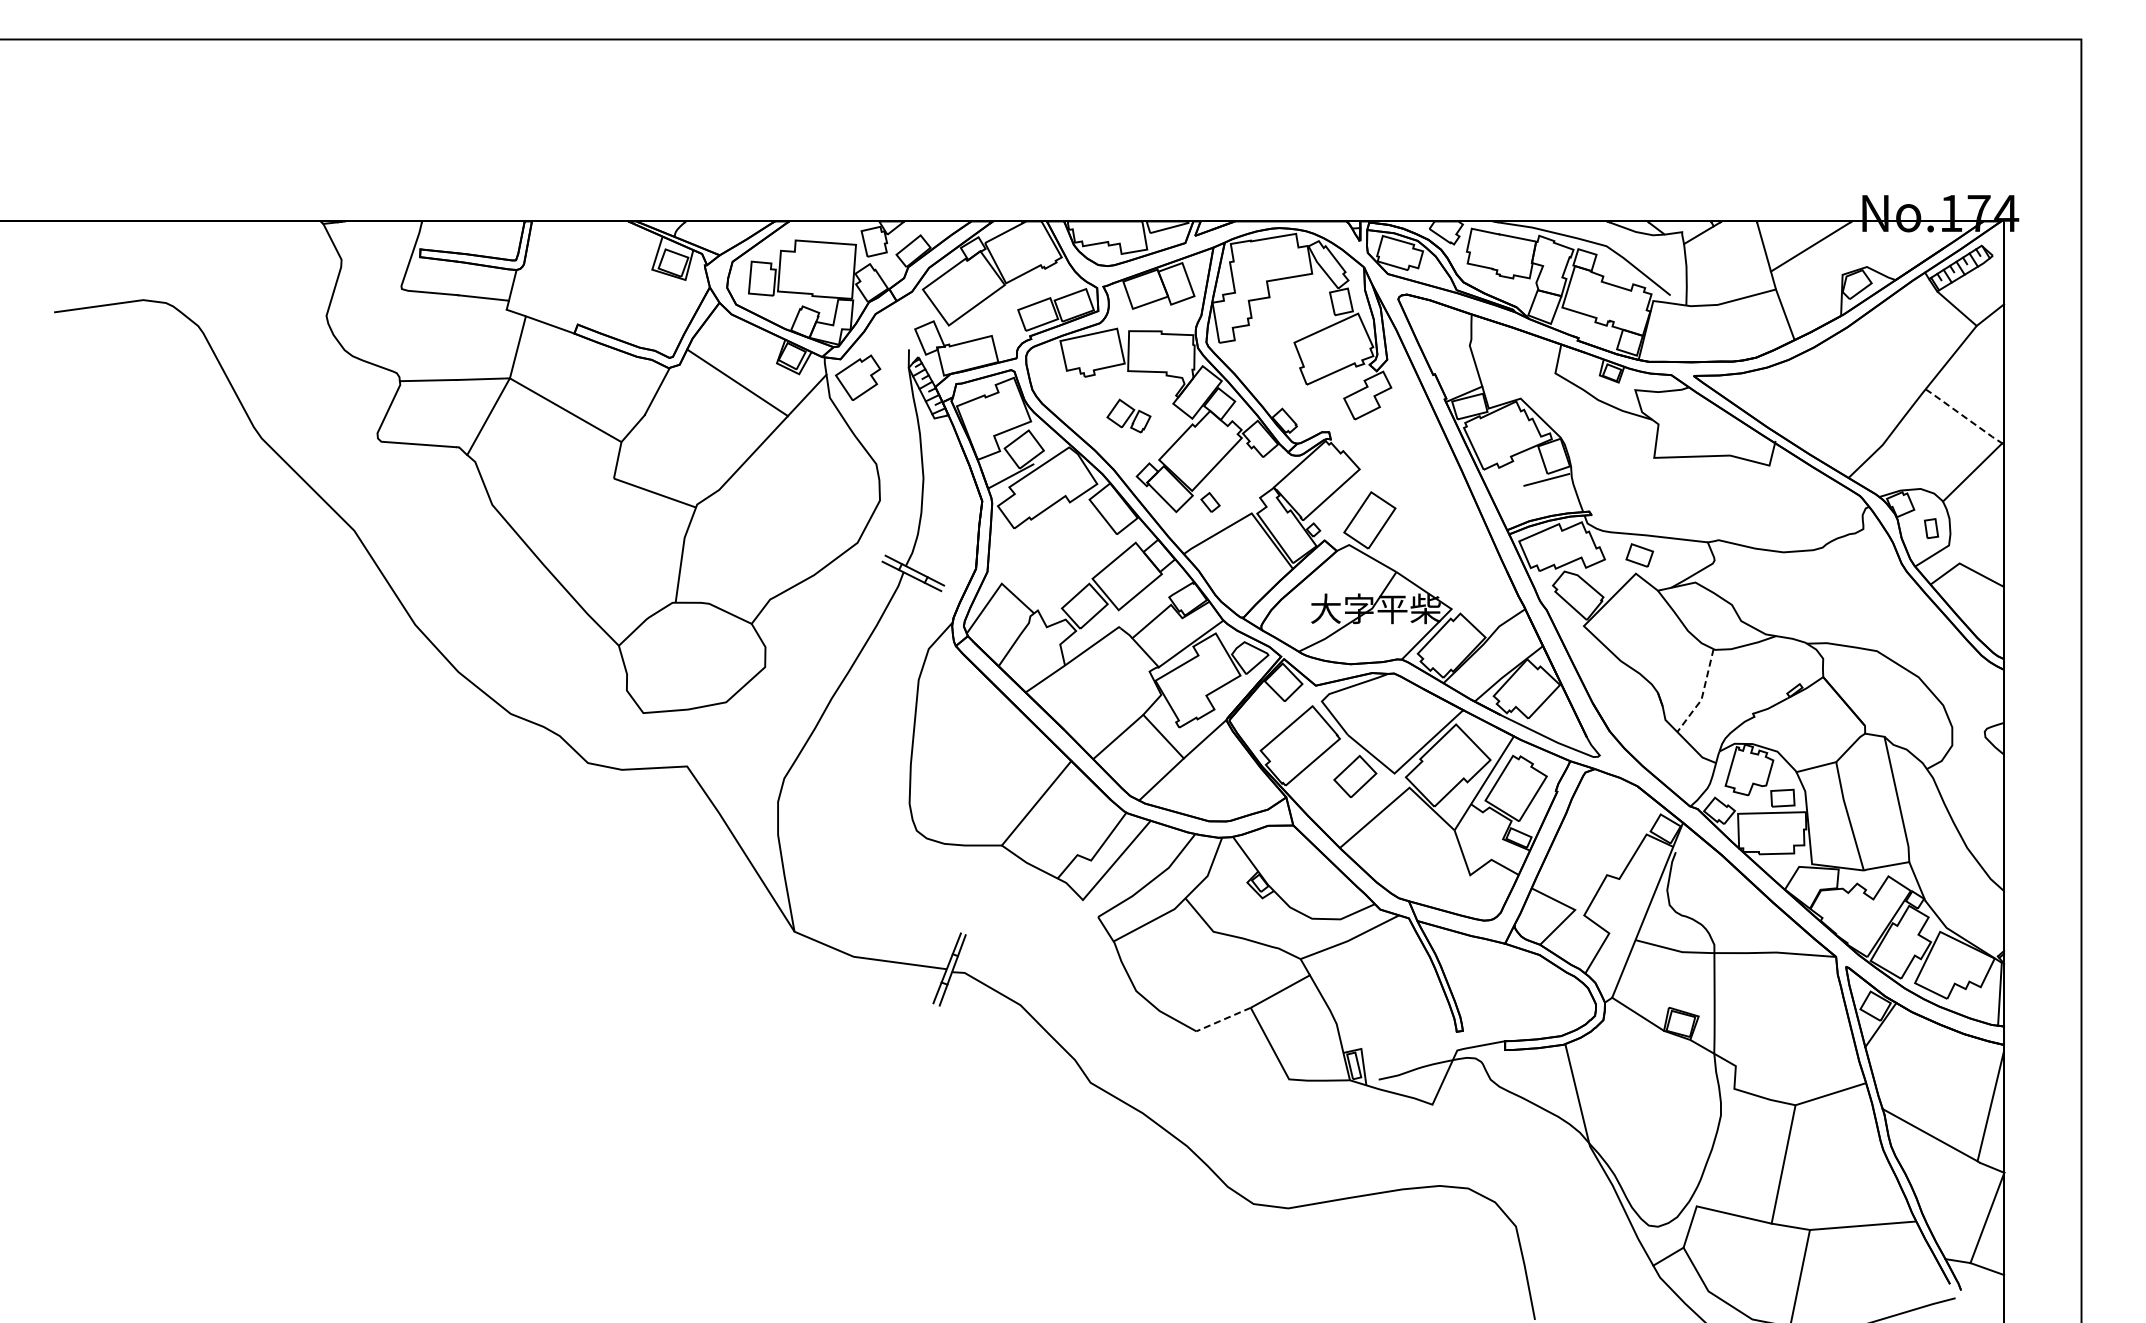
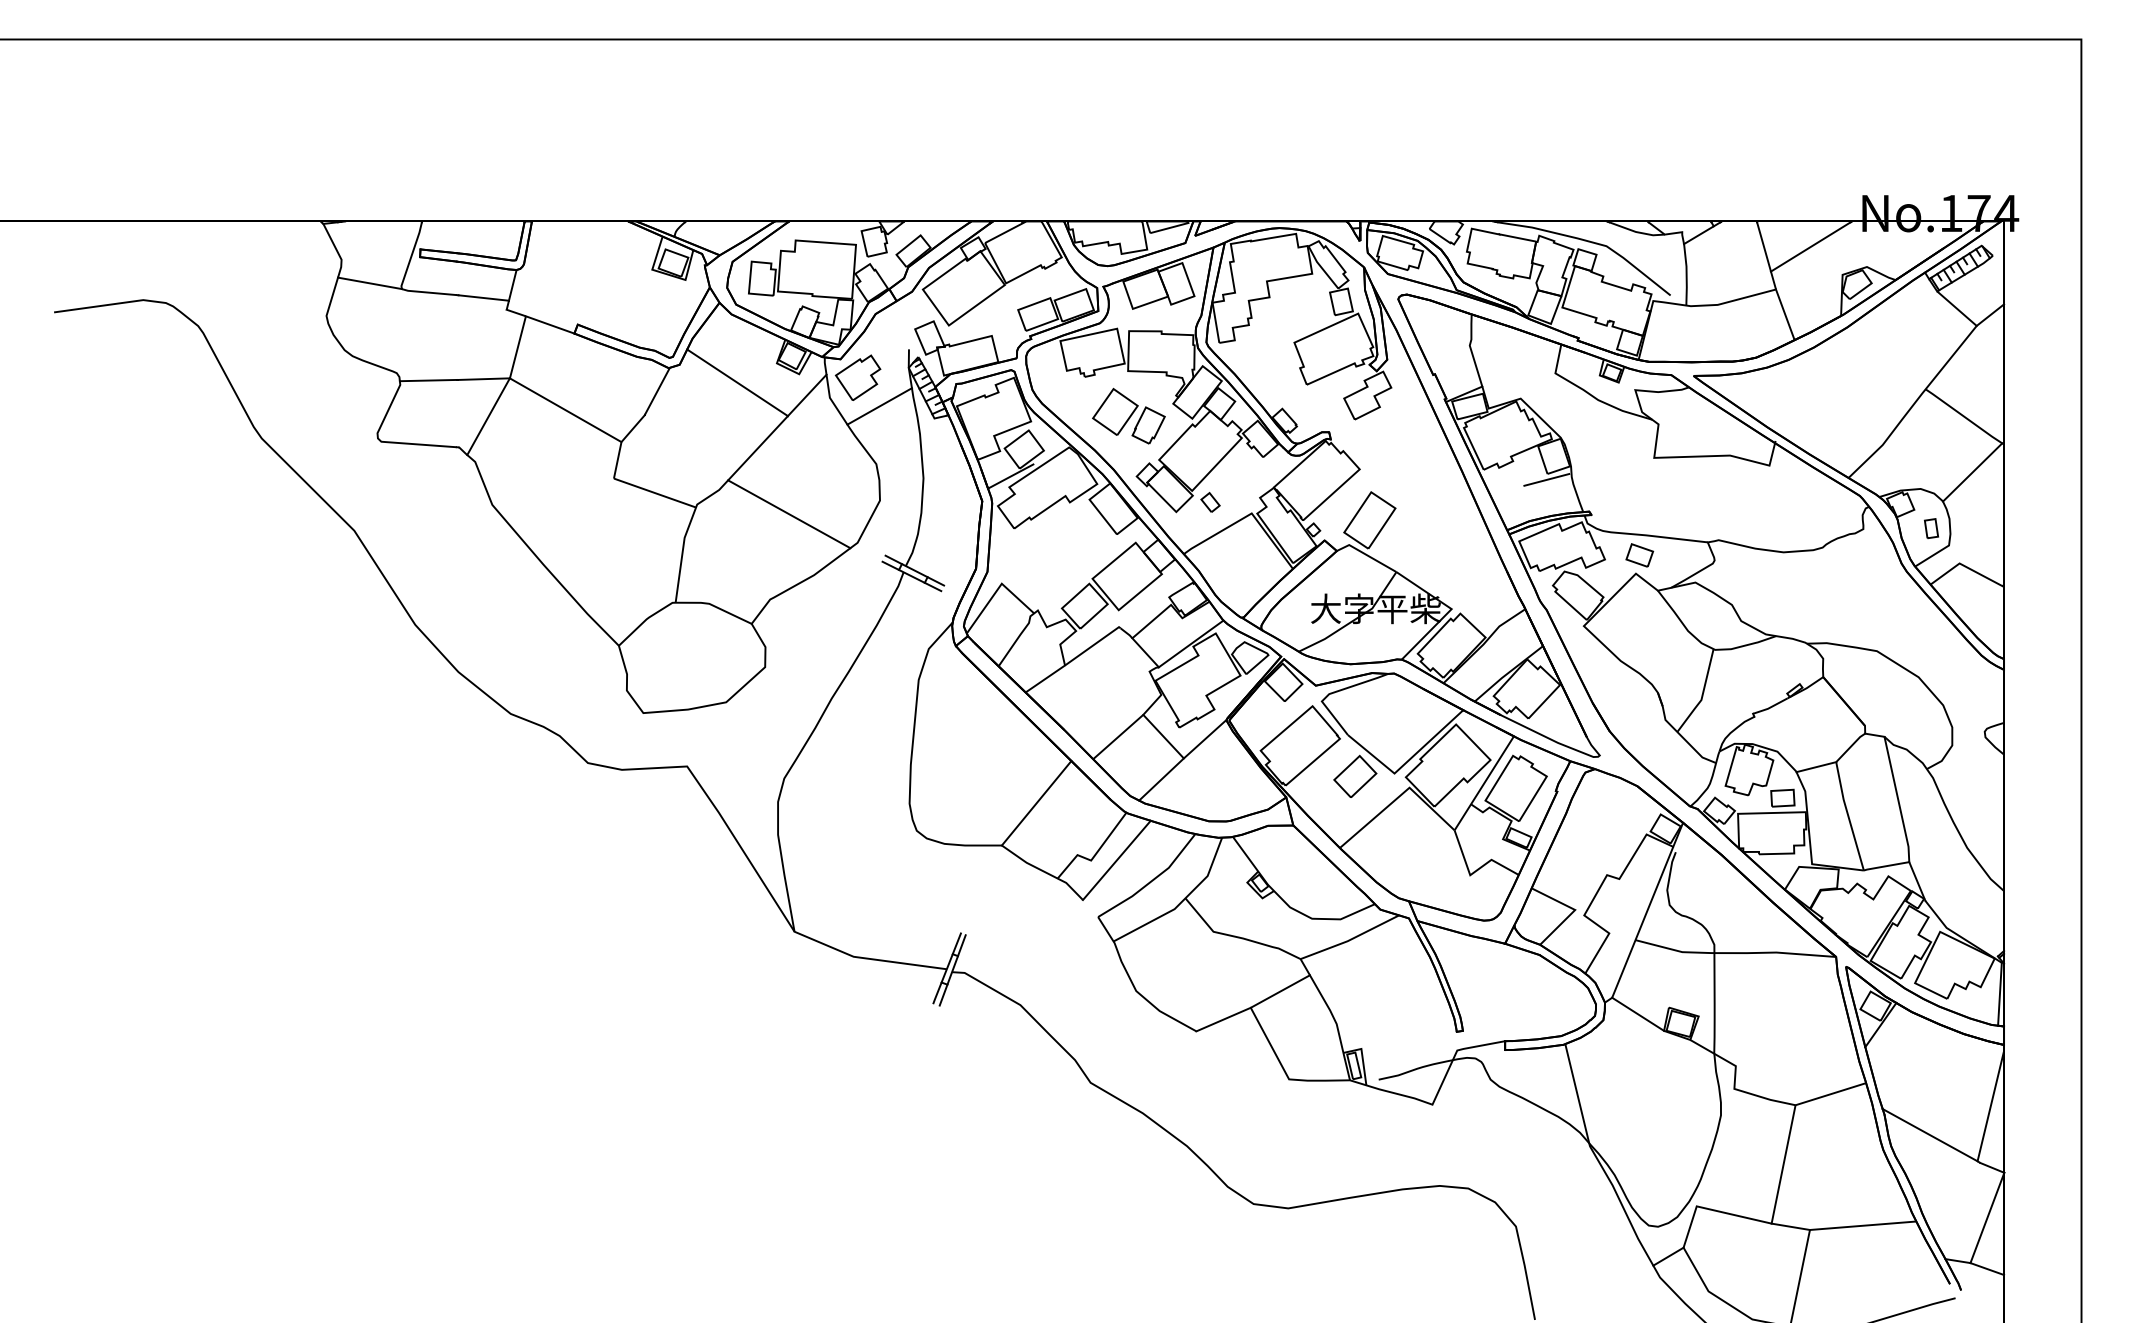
line at (369, 283): none -> present
line at (879, 406): none -> present
part at (1128, 415) size: 46x36 px -> 74x58 px
line at (1964, 417): dashed -> solid
line at (789, 514): none -> present
line at (1702, 695): dashed -> solid
line at (1223, 1019): dashed -> solid
